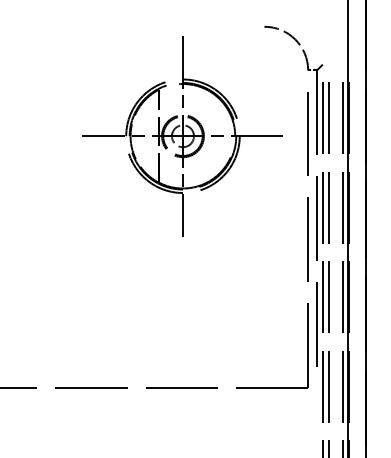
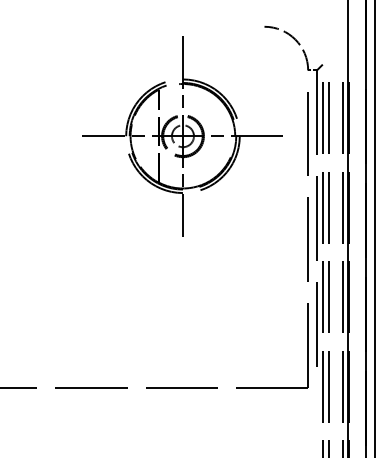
line at (375, 228): none -> present
